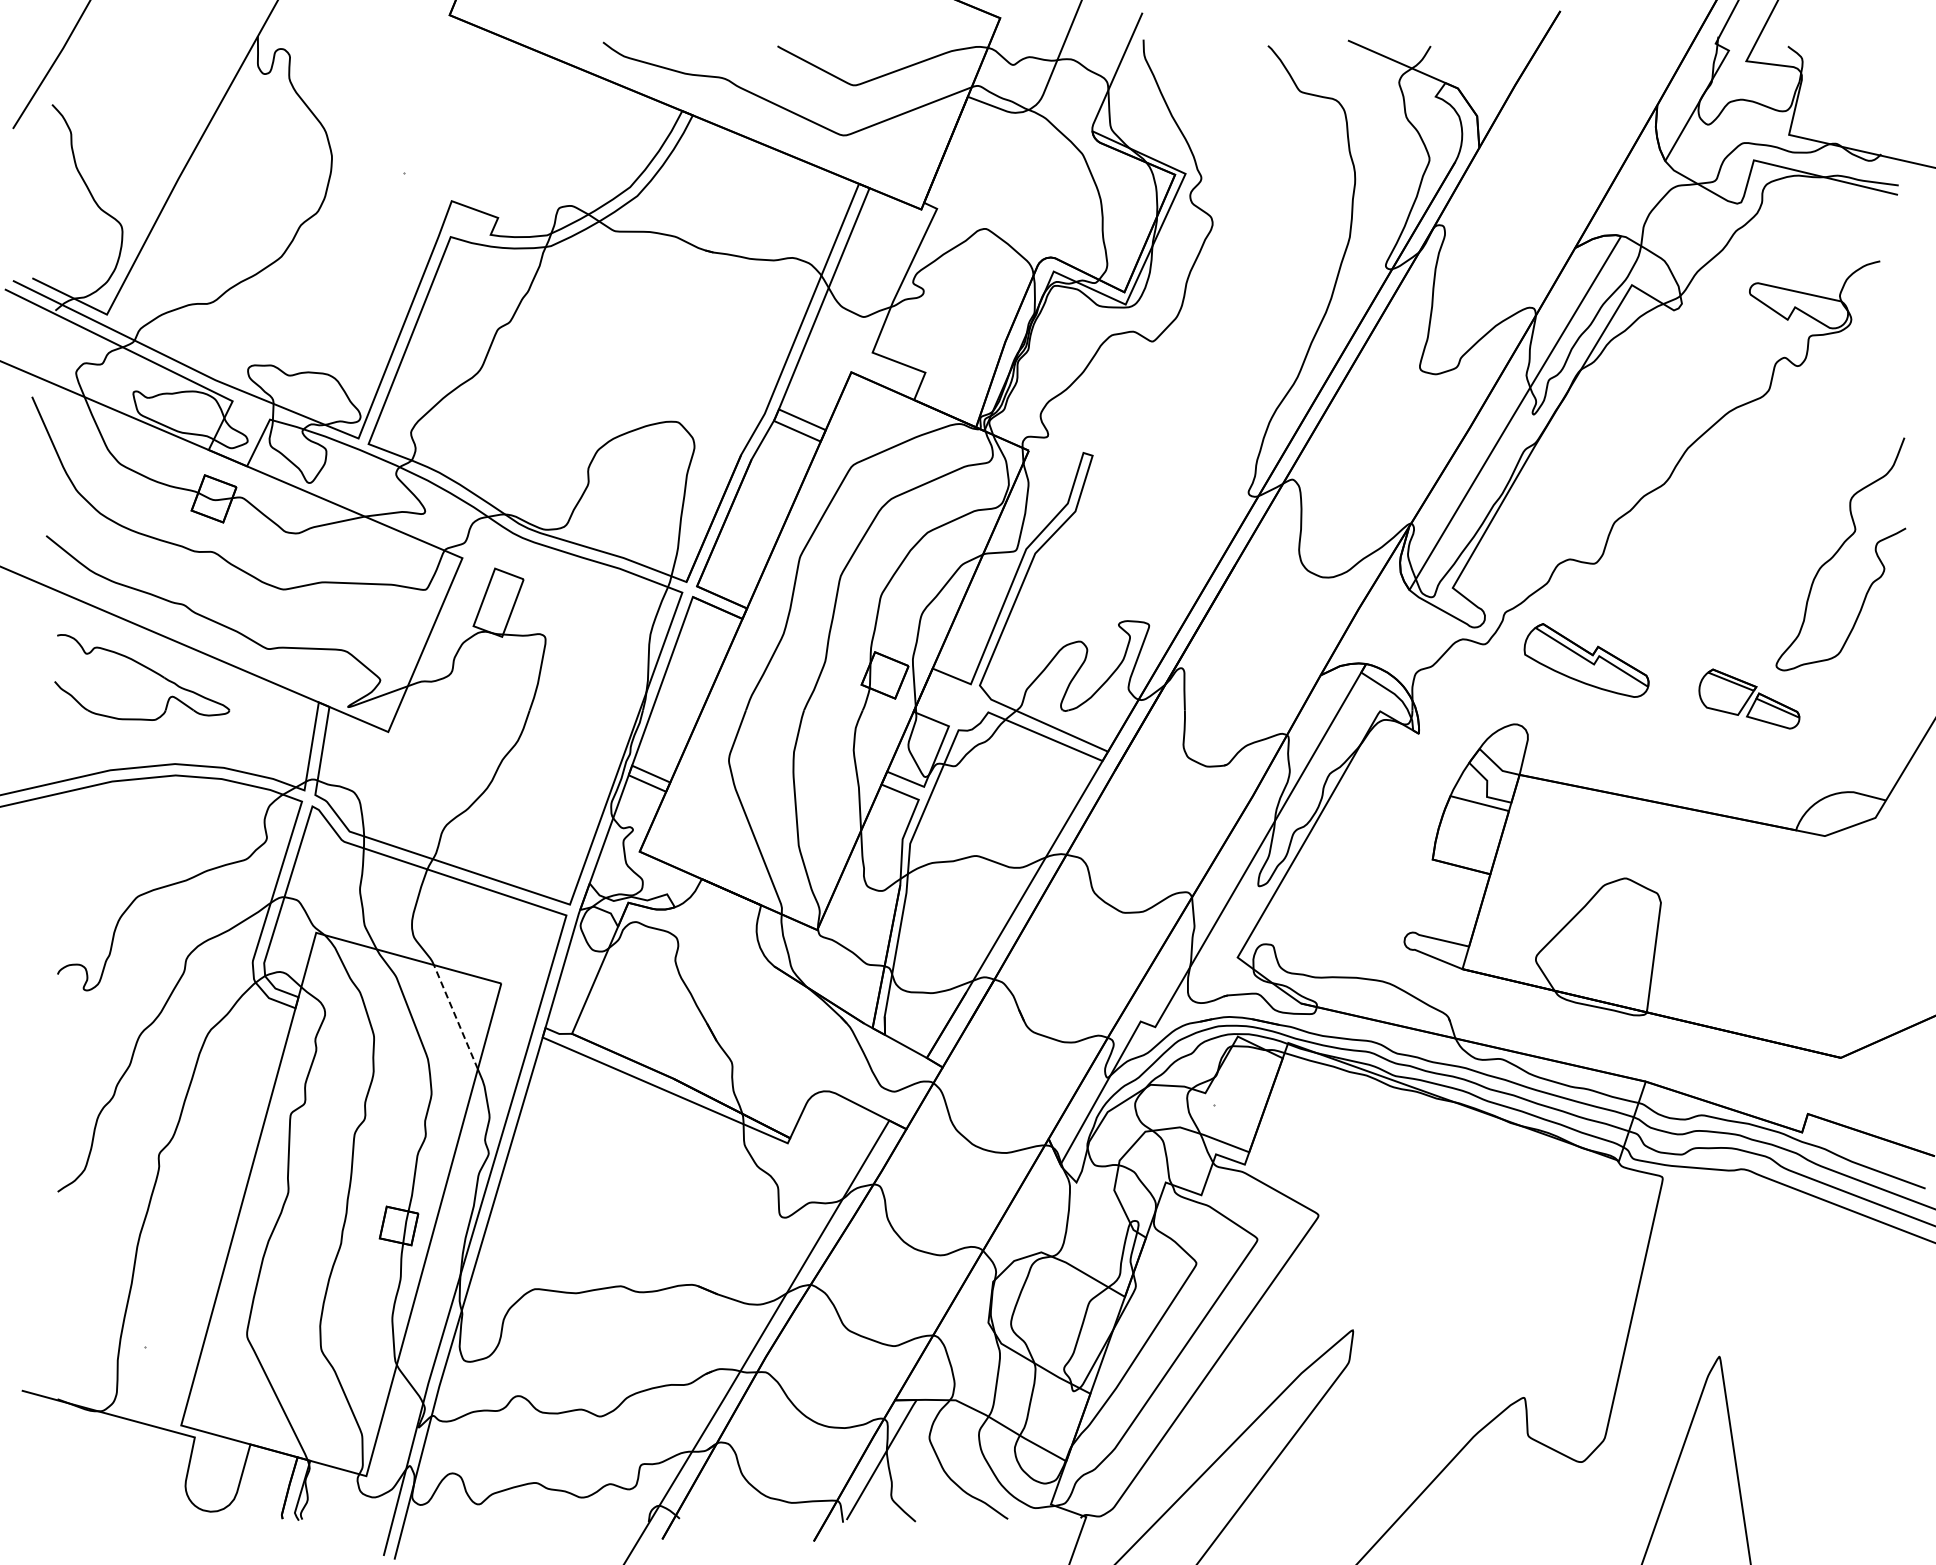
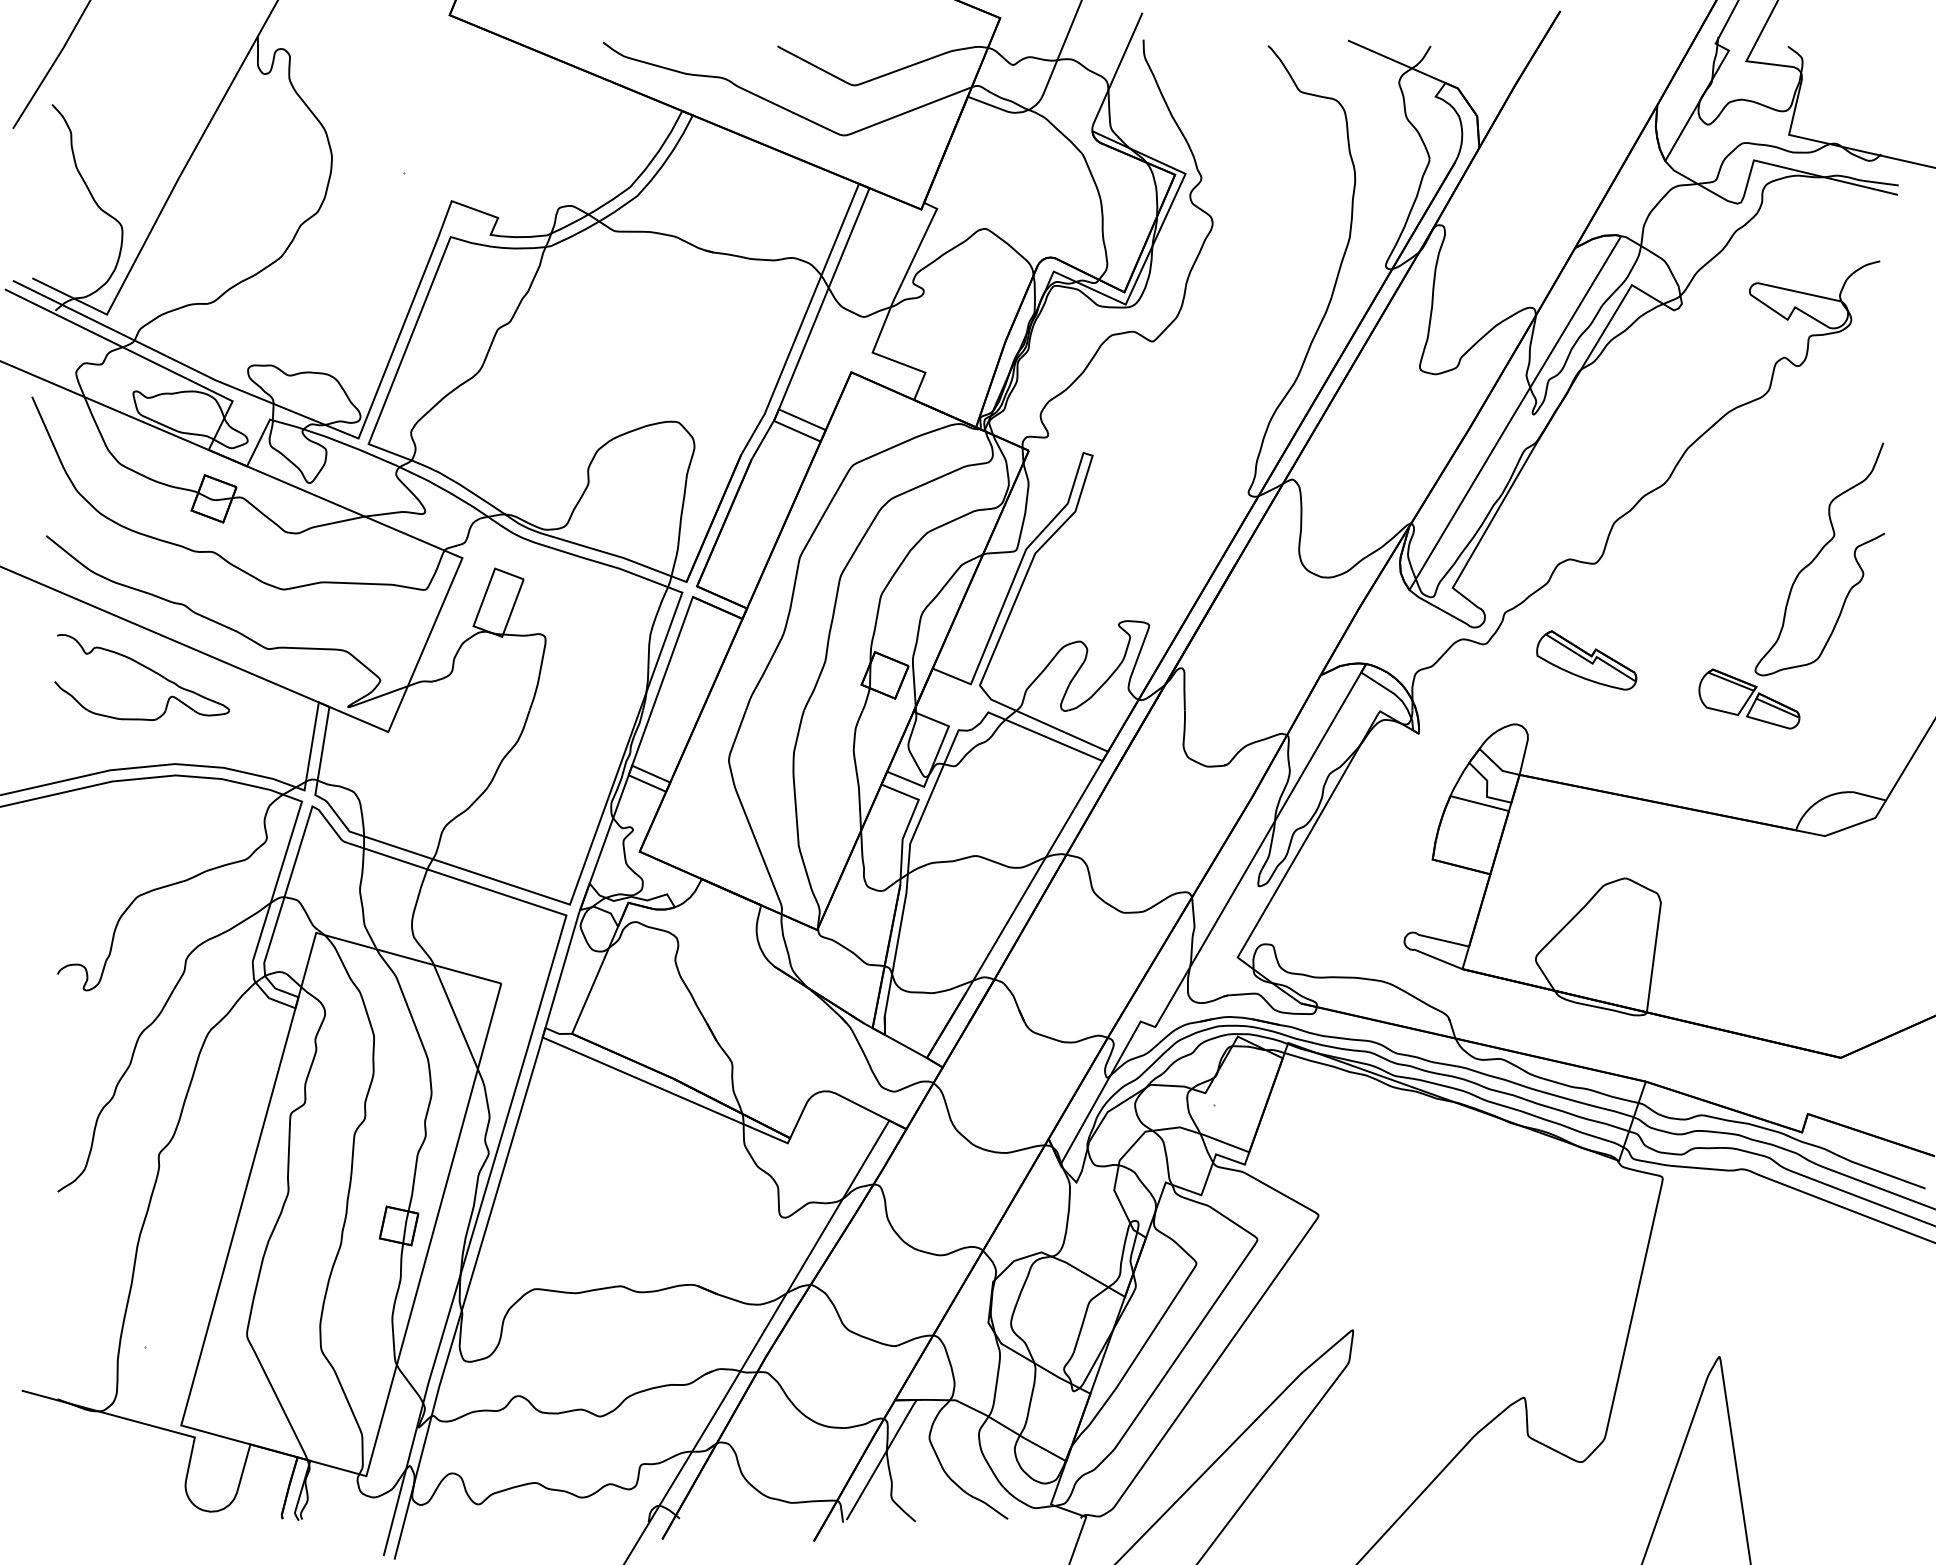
curve at (1837, 553) position: (1837, 553) -> (1816, 558)
part at (1586, 660) size: 127x75 px -> 102x61 px
line at (455, 1016): dashed -> solid
